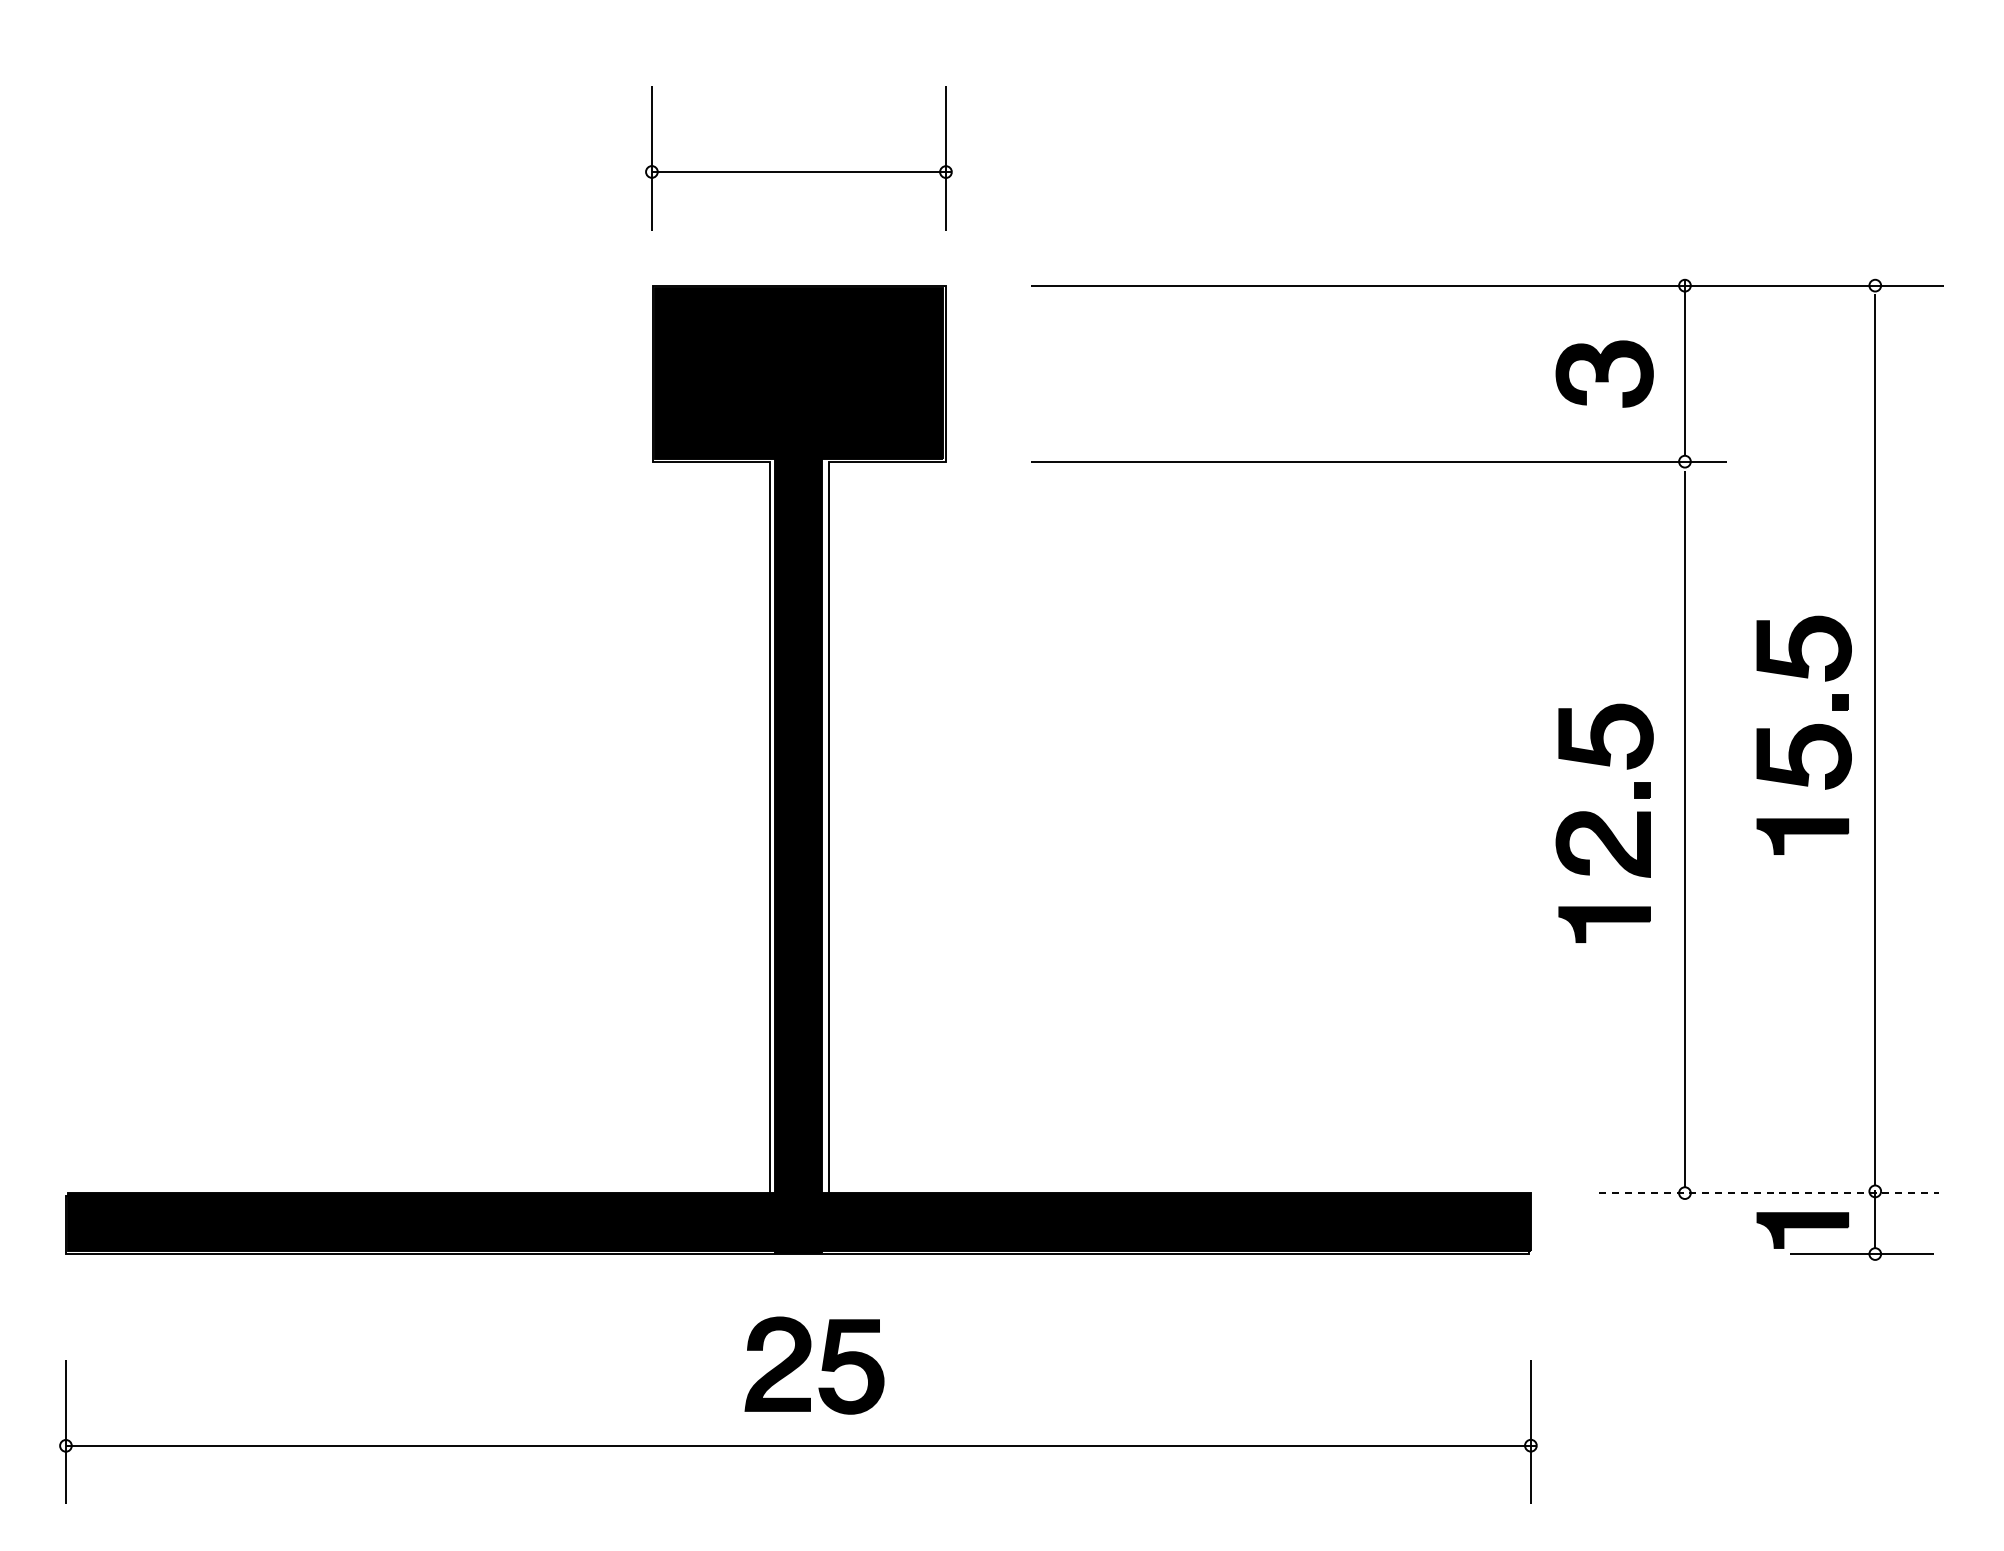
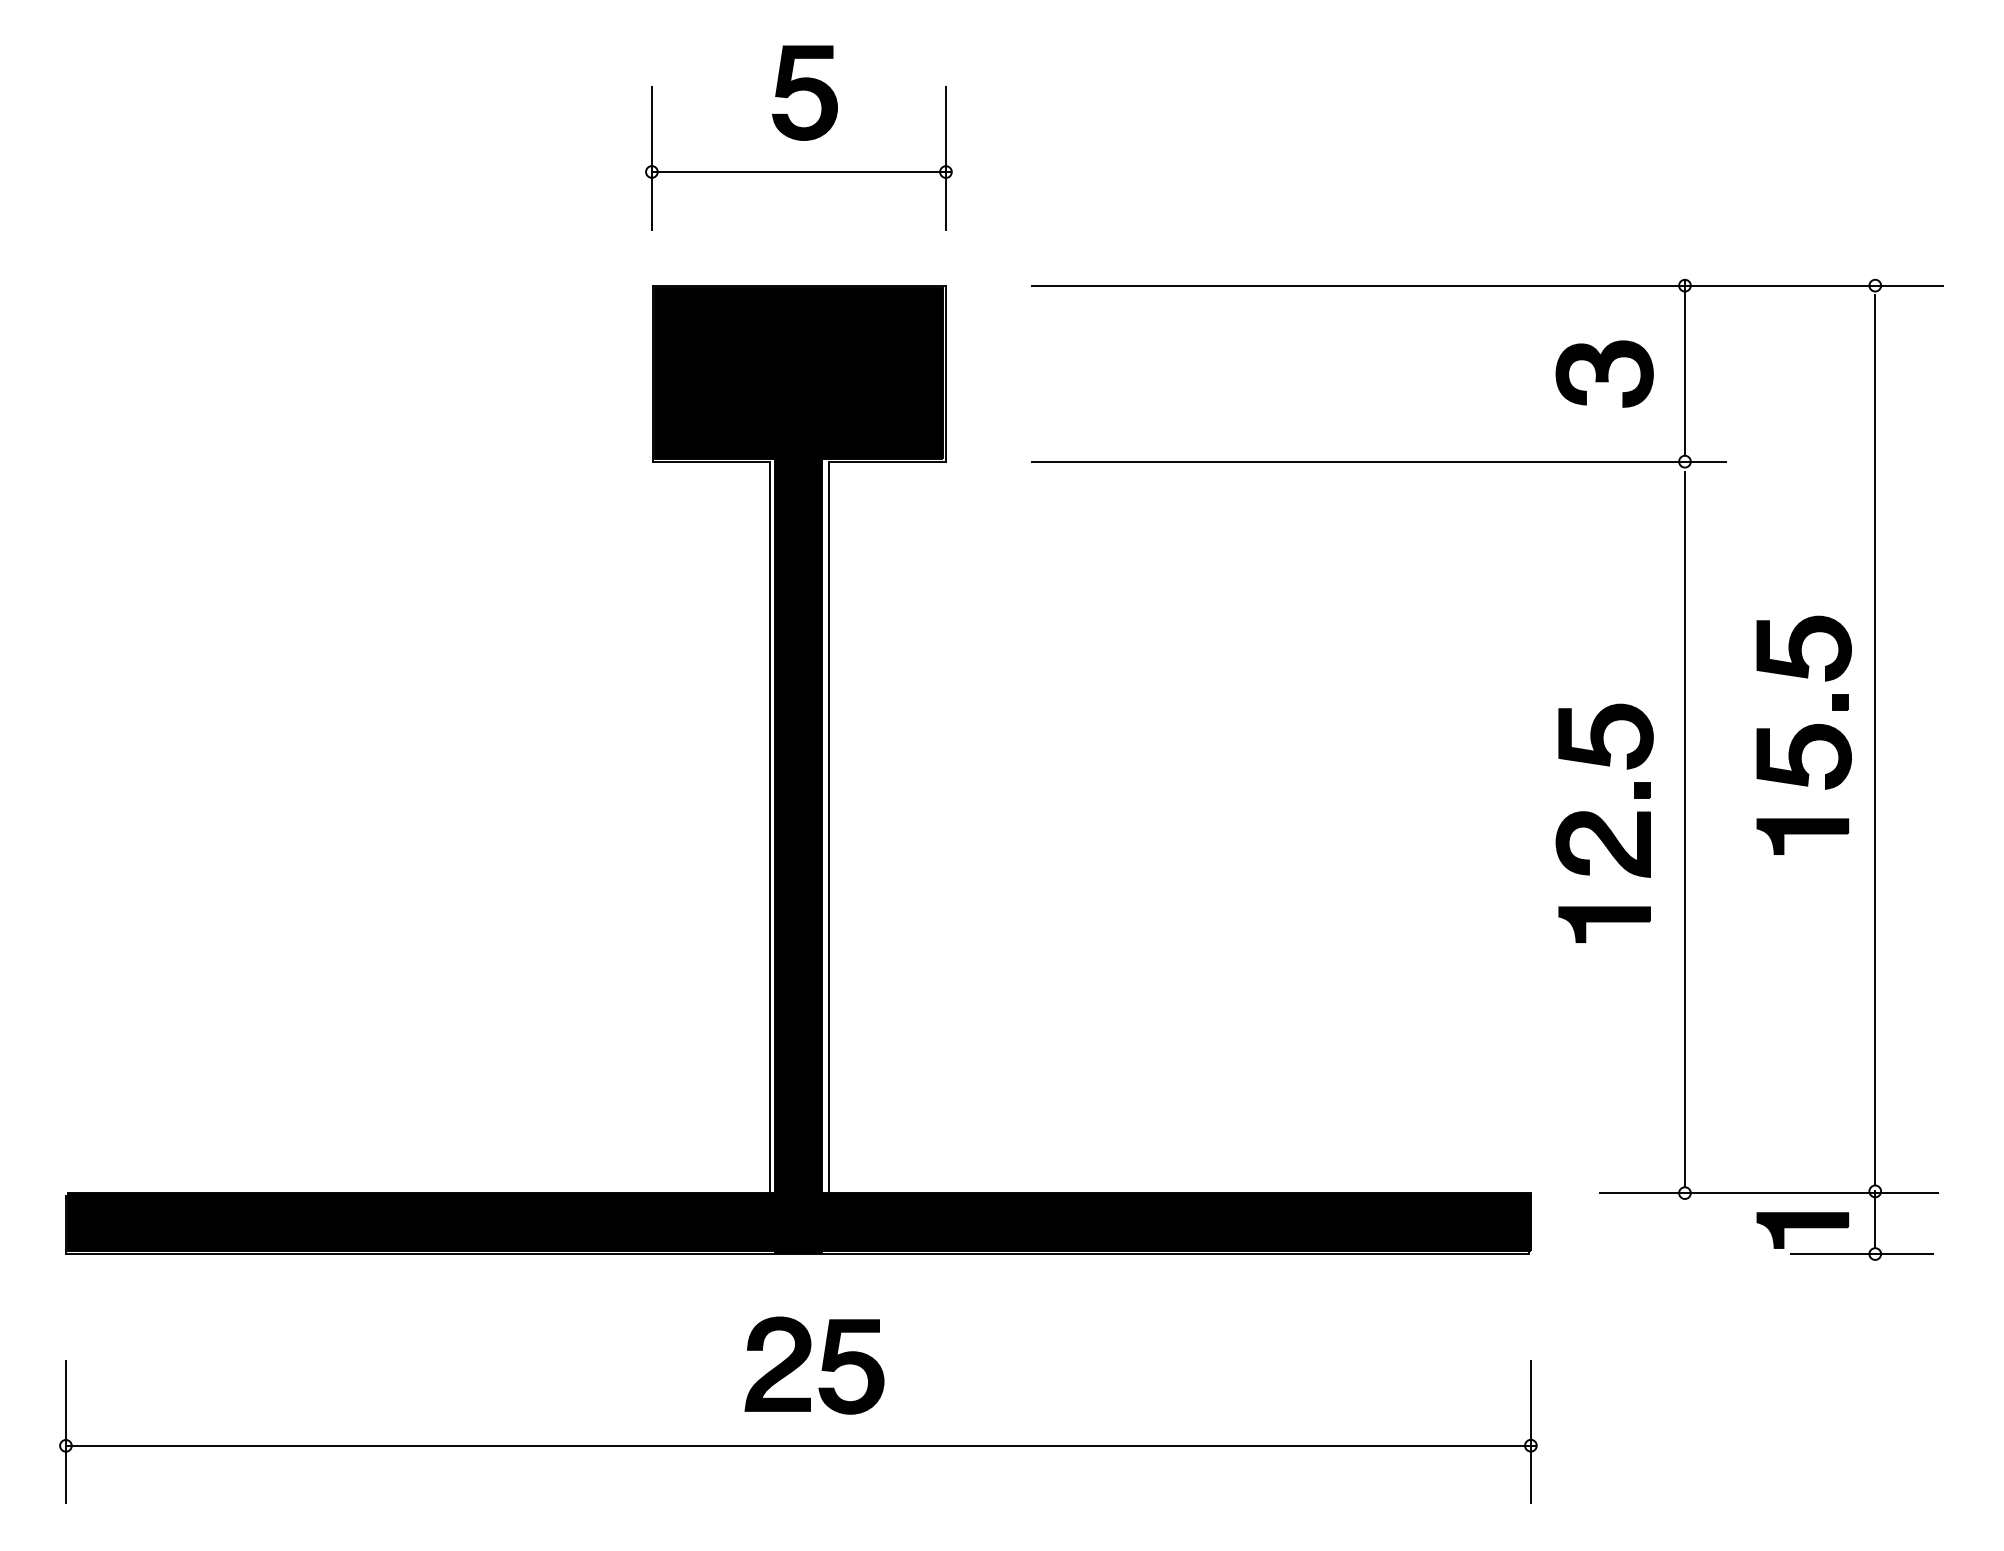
part at (804, 92): none -> present
line at (1768, 1193): dashed -> solid
